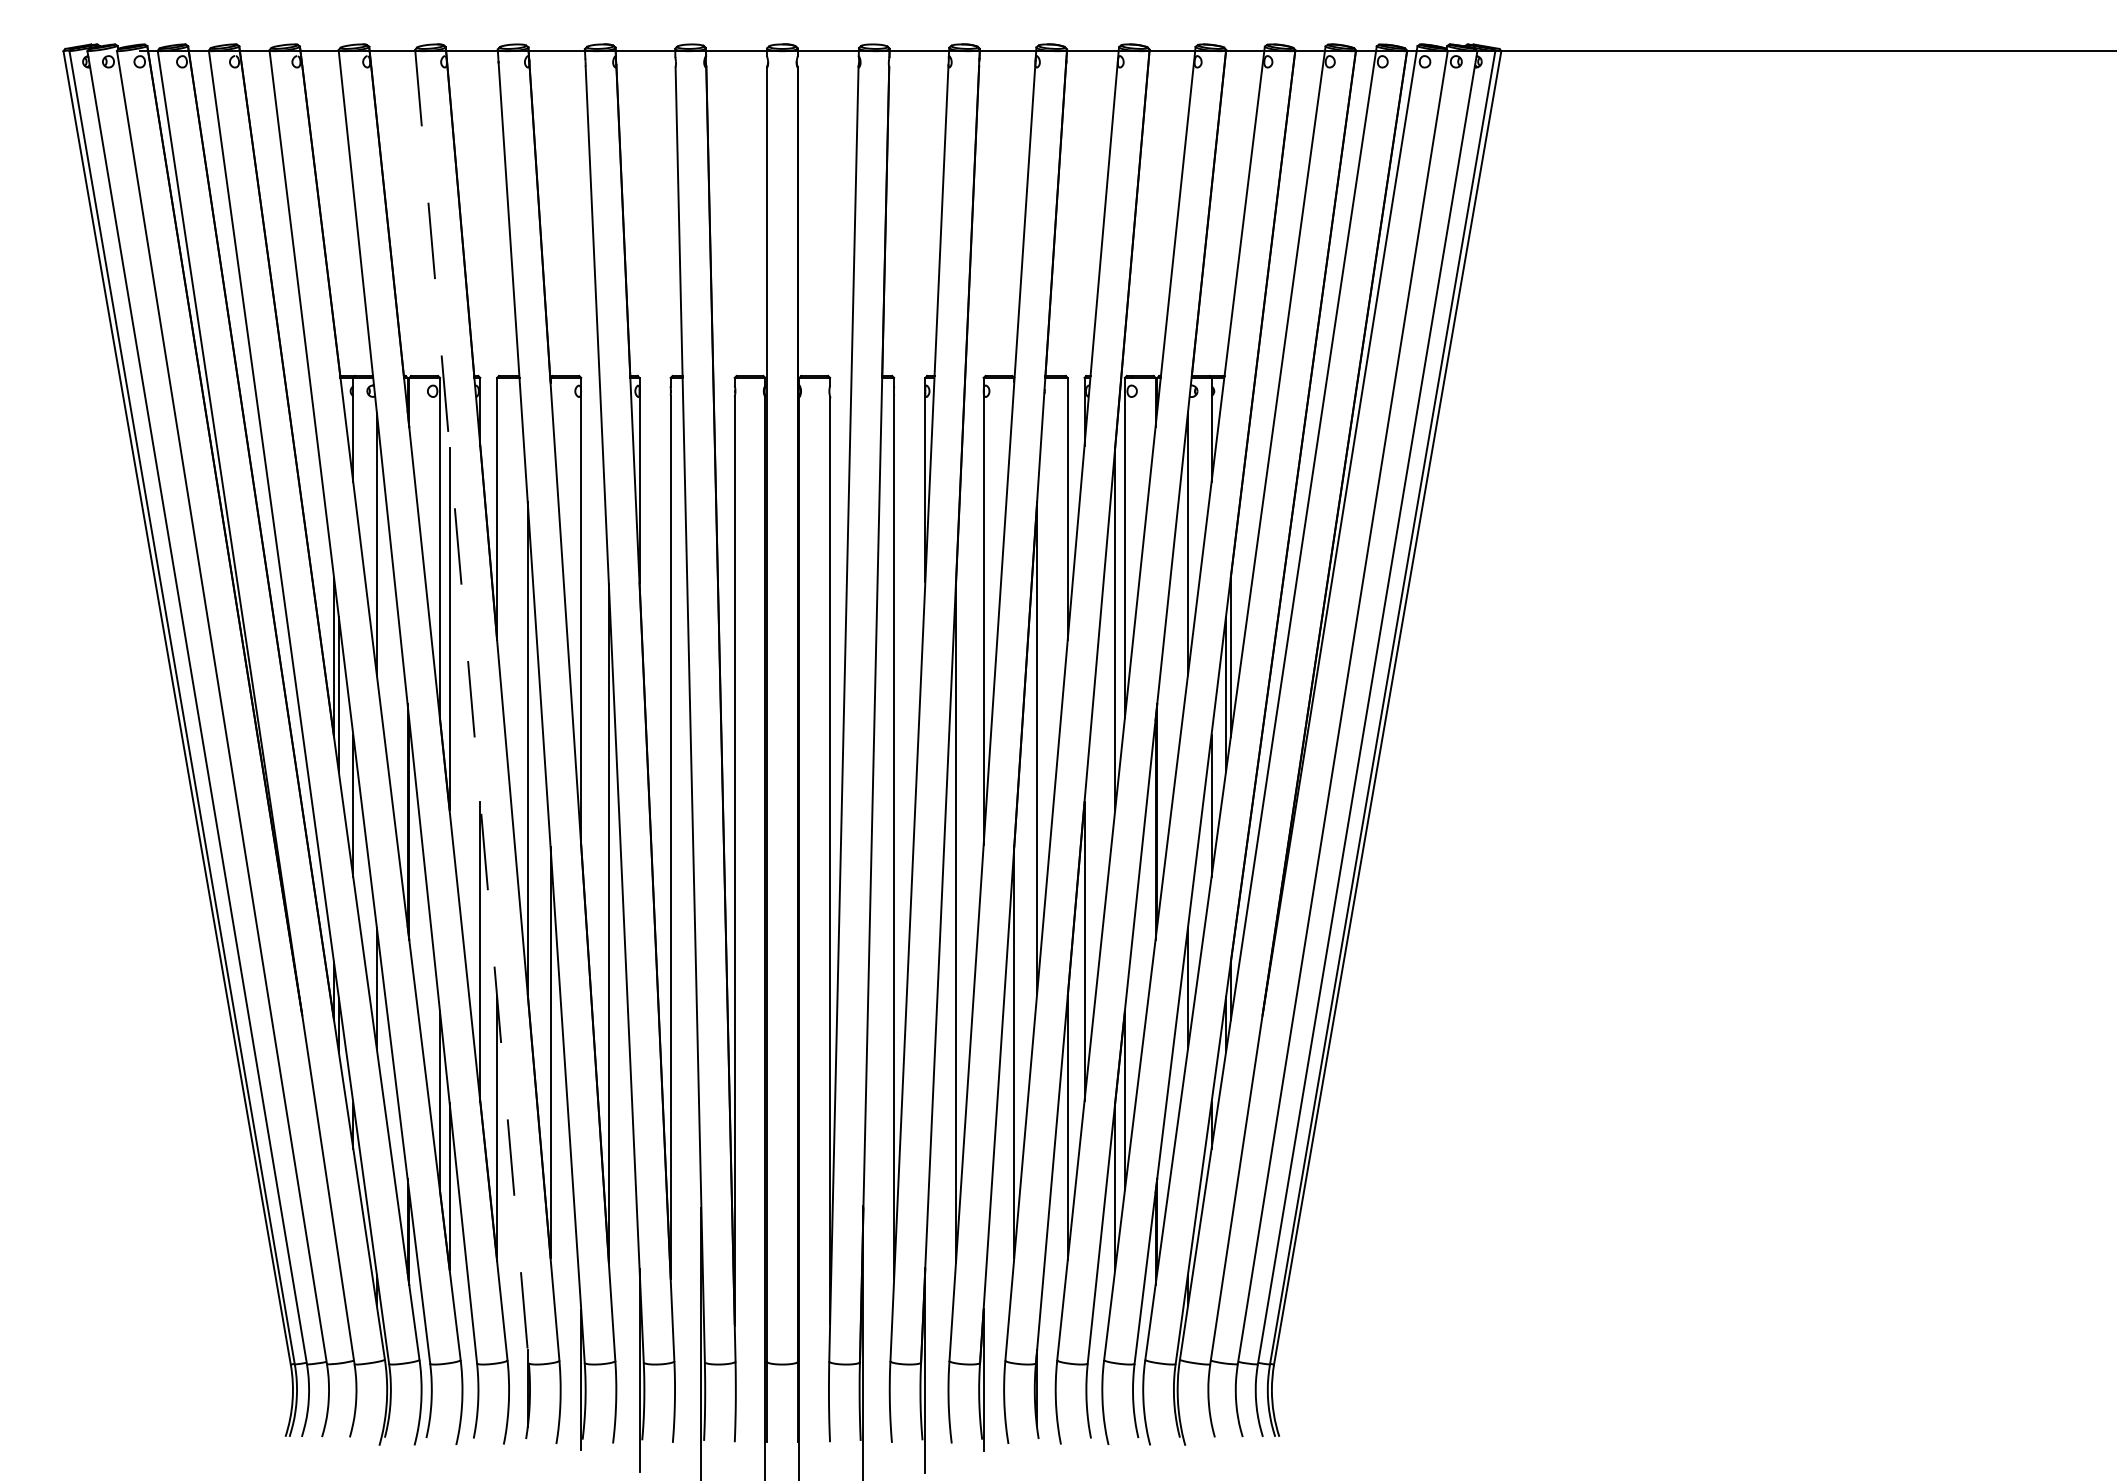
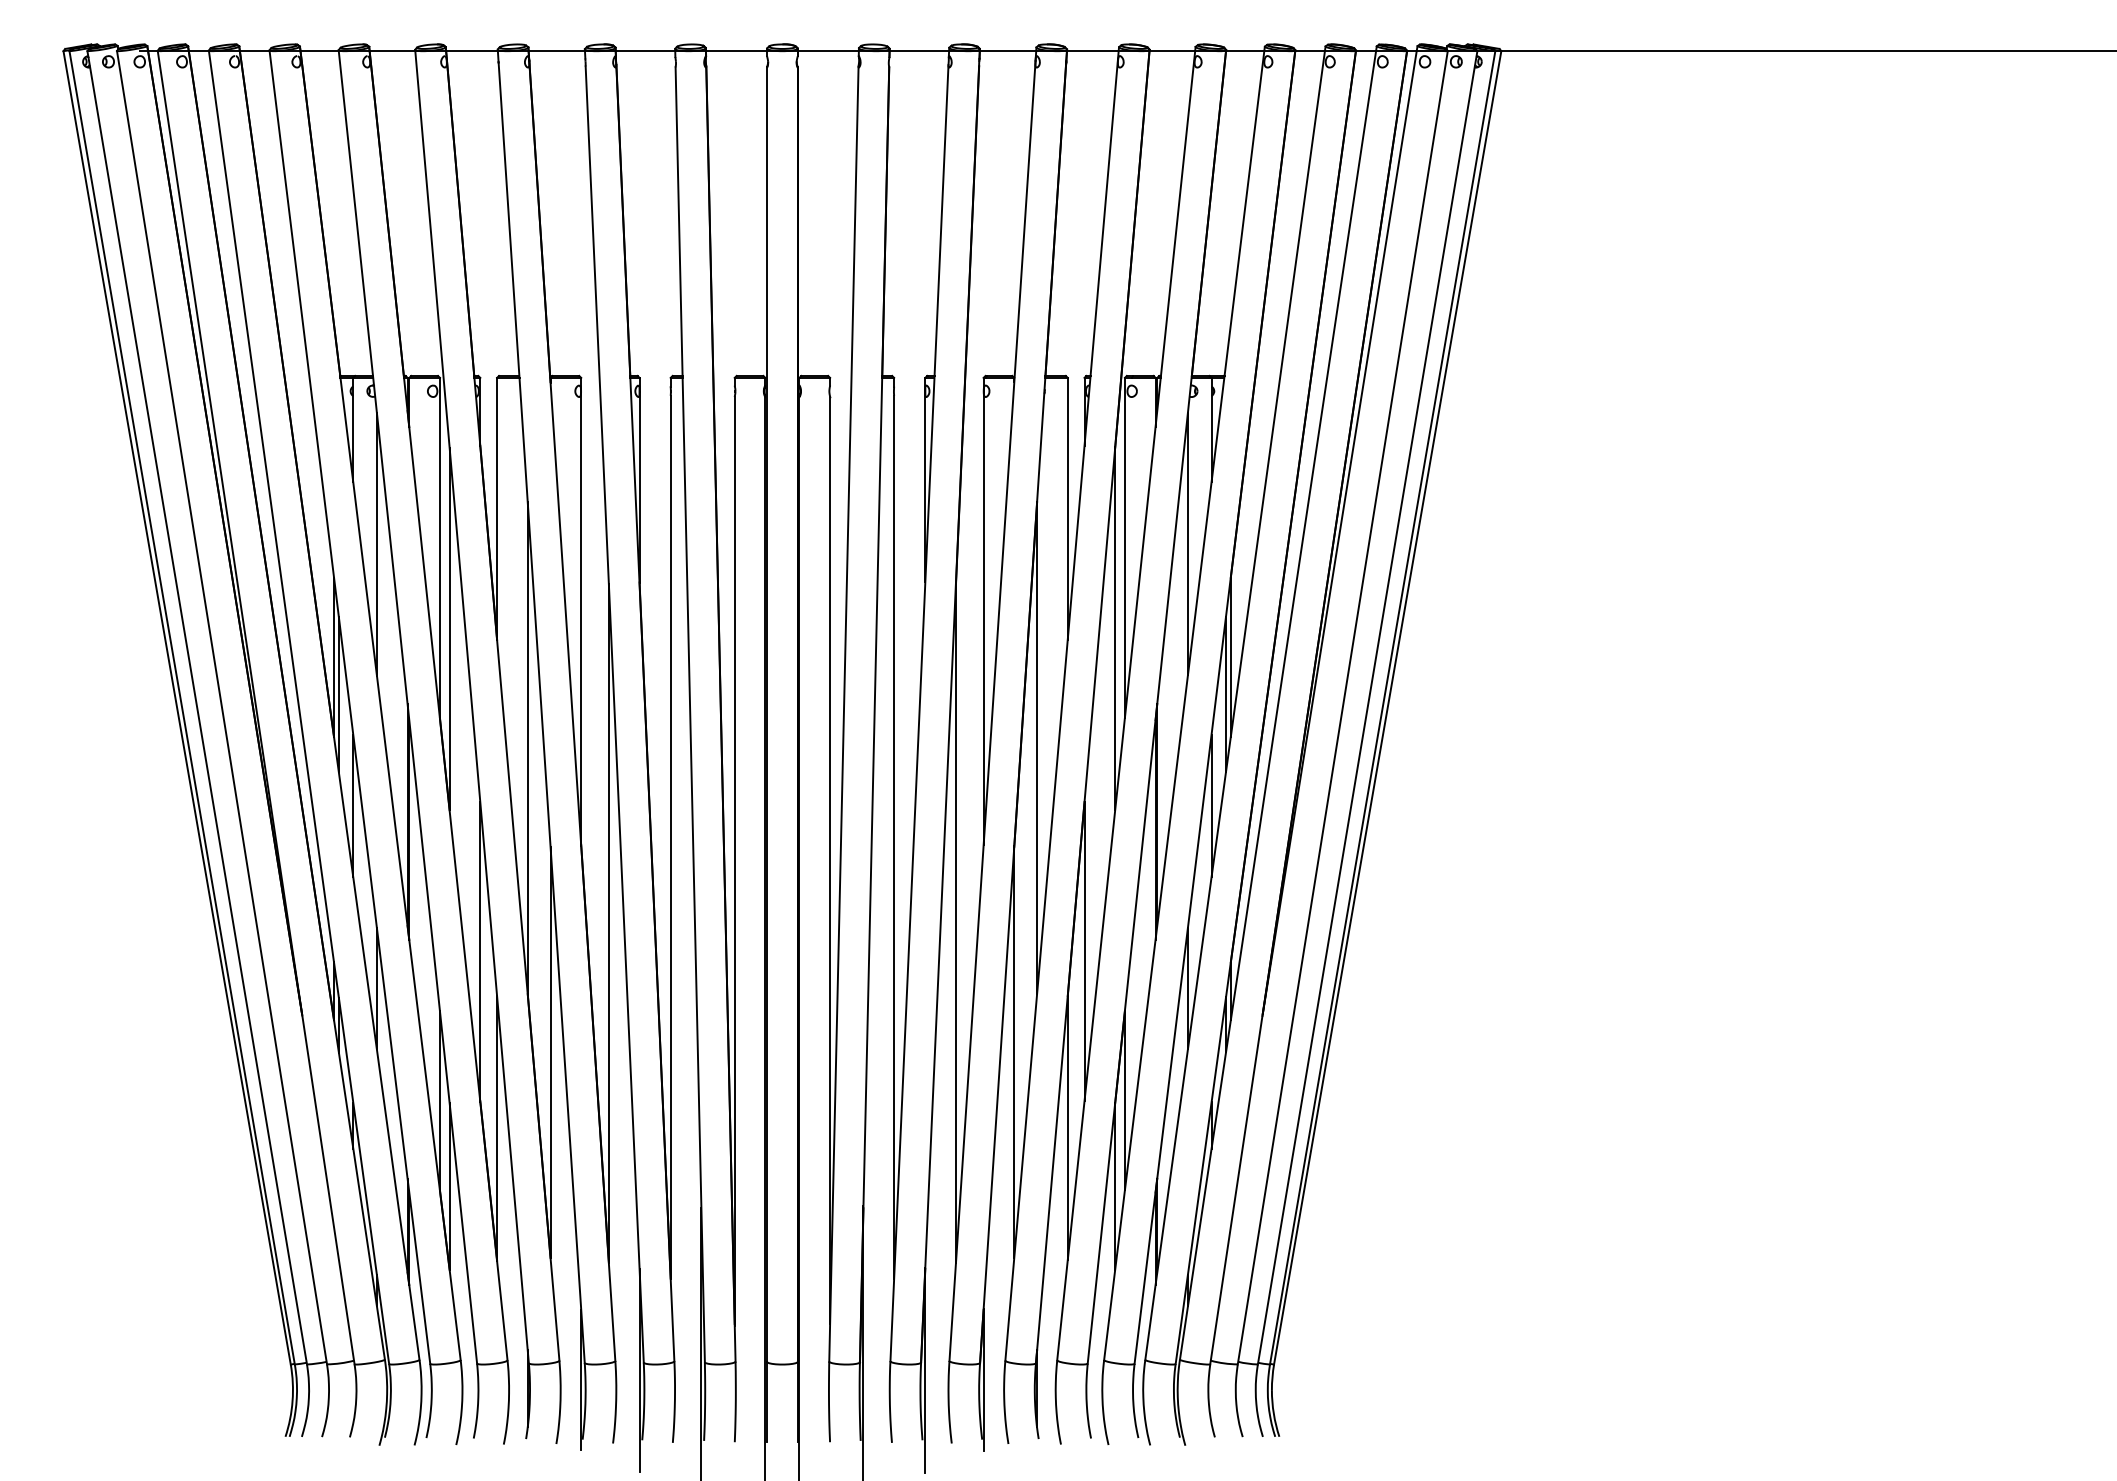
line at (472, 707): dashed -> solid
